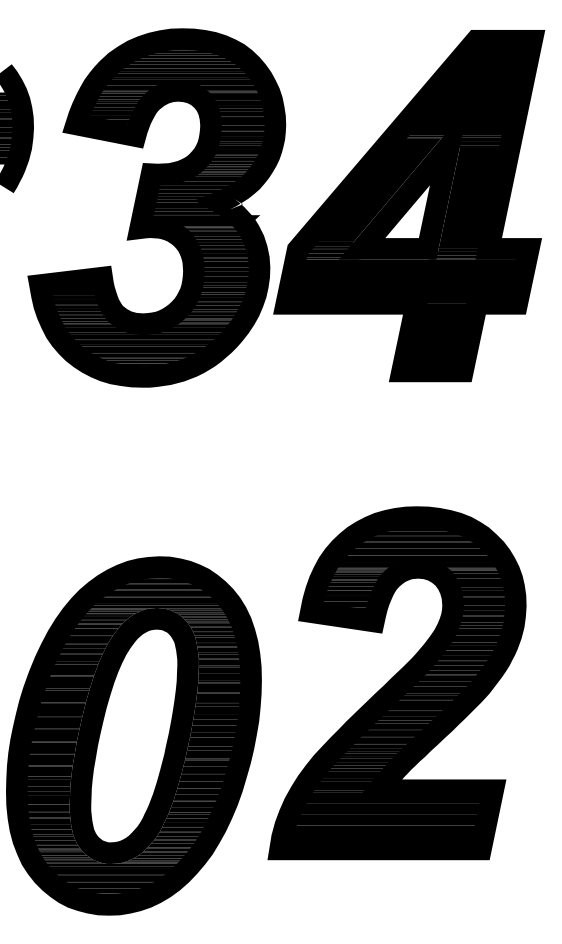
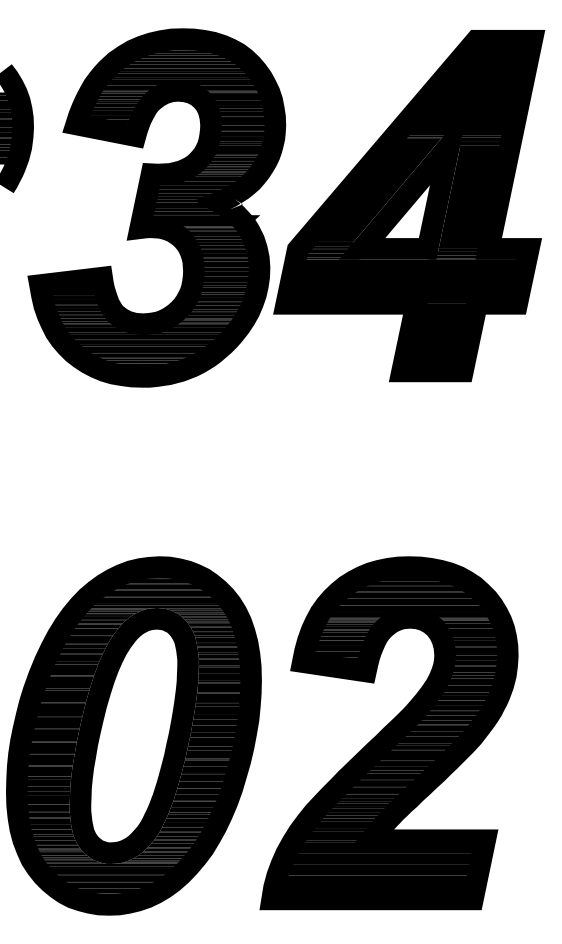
part at (396, 683) position: (396, 683) -> (388, 733)
